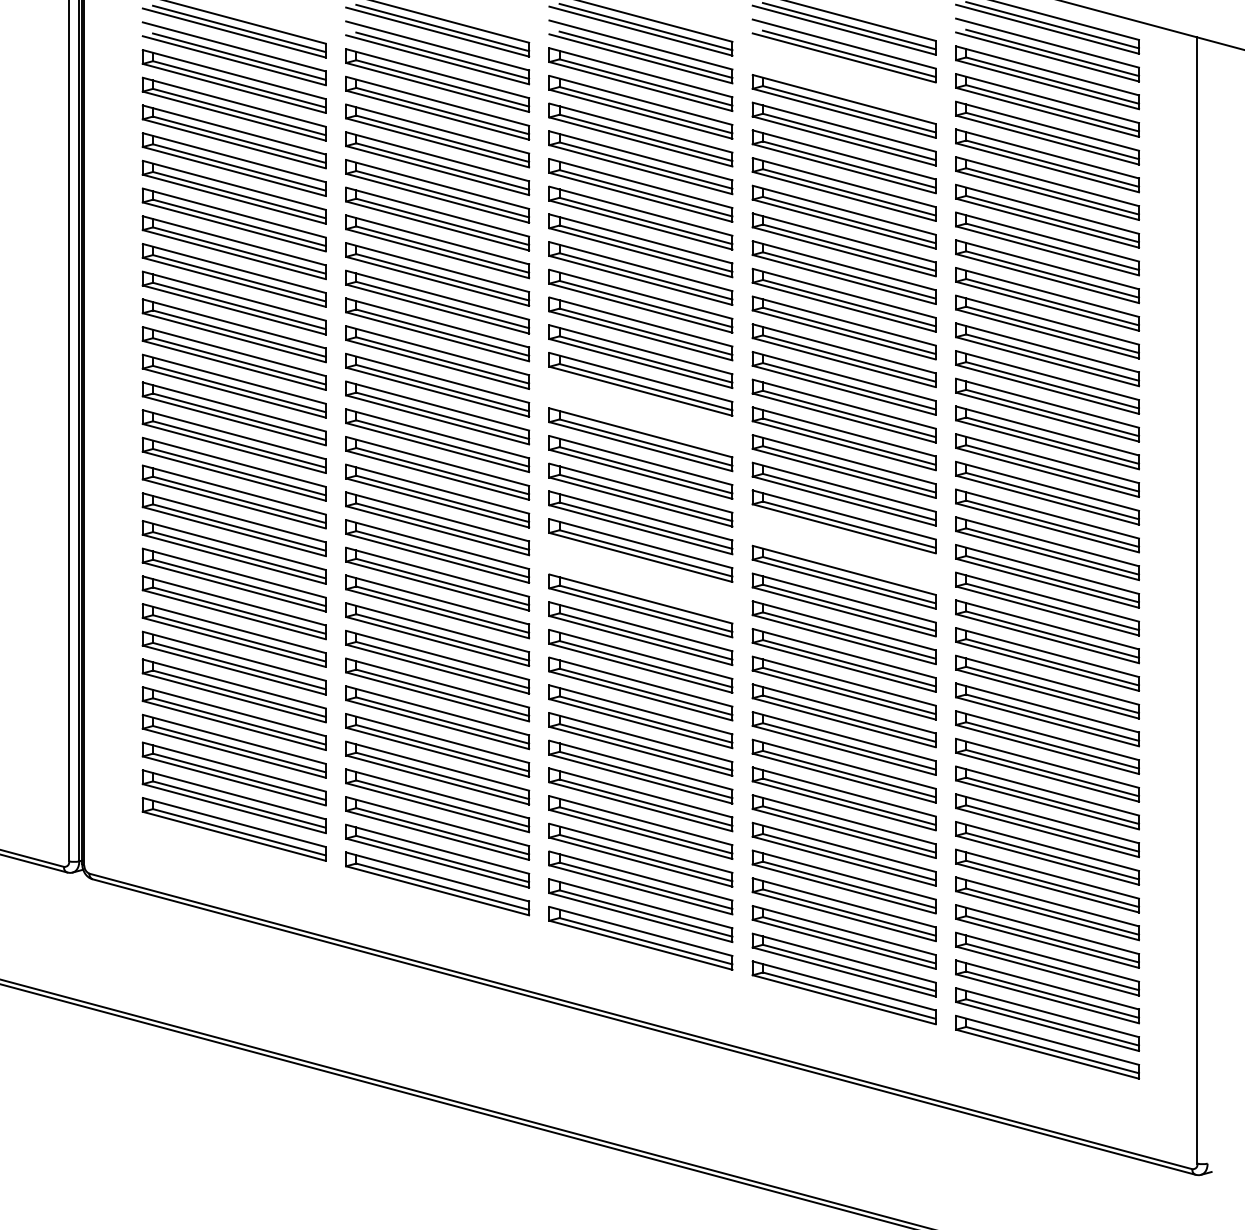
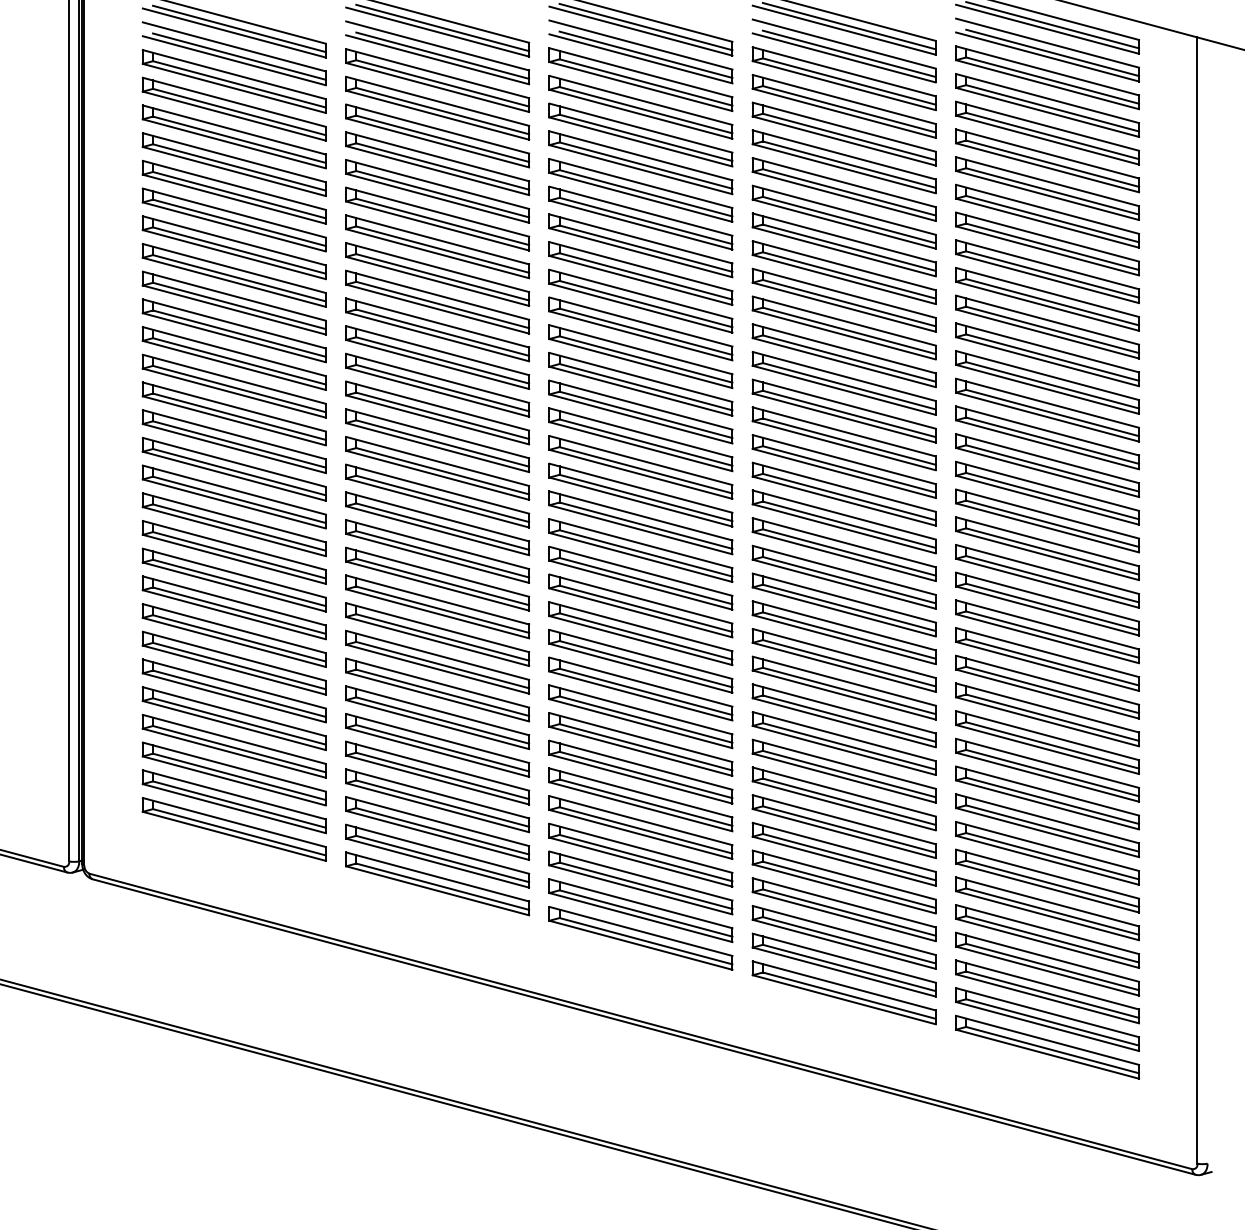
part at (843, 78): none -> present
part at (640, 411): none -> present
part at (843, 549): none -> present
part at (640, 577): none -> present
